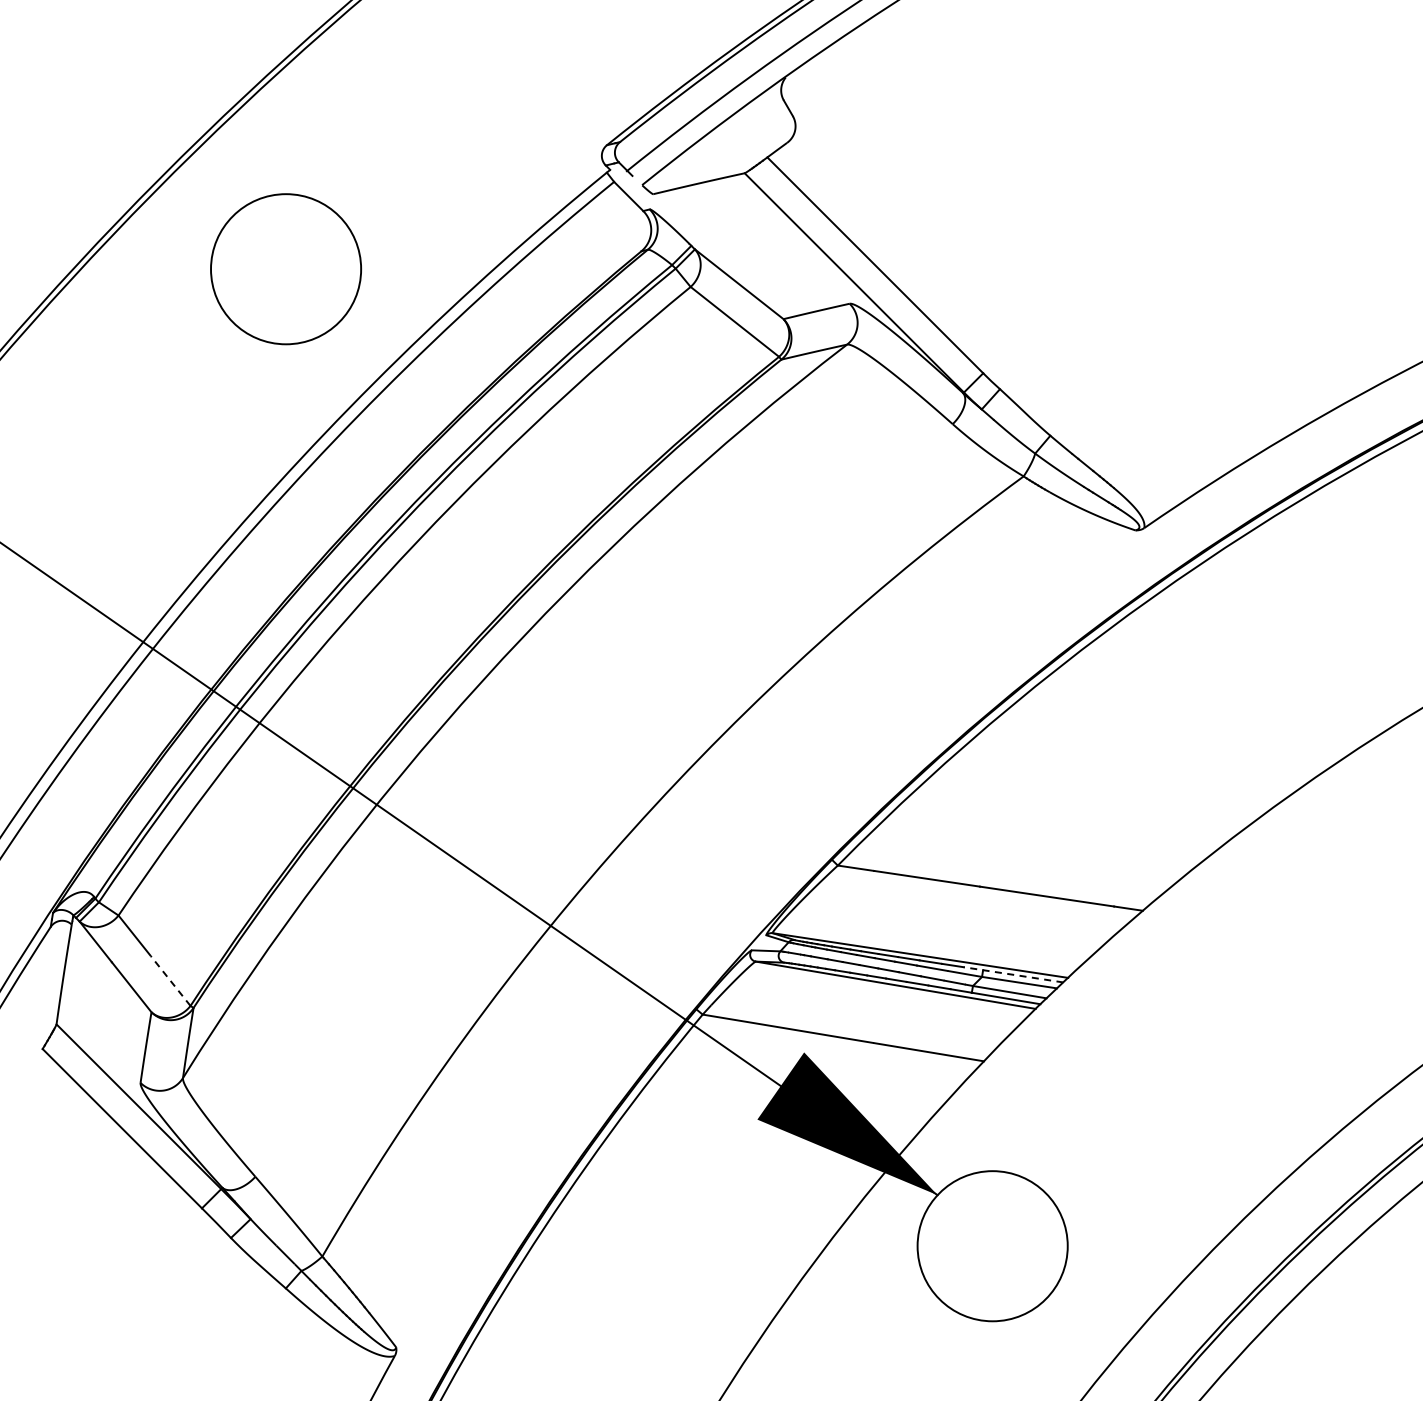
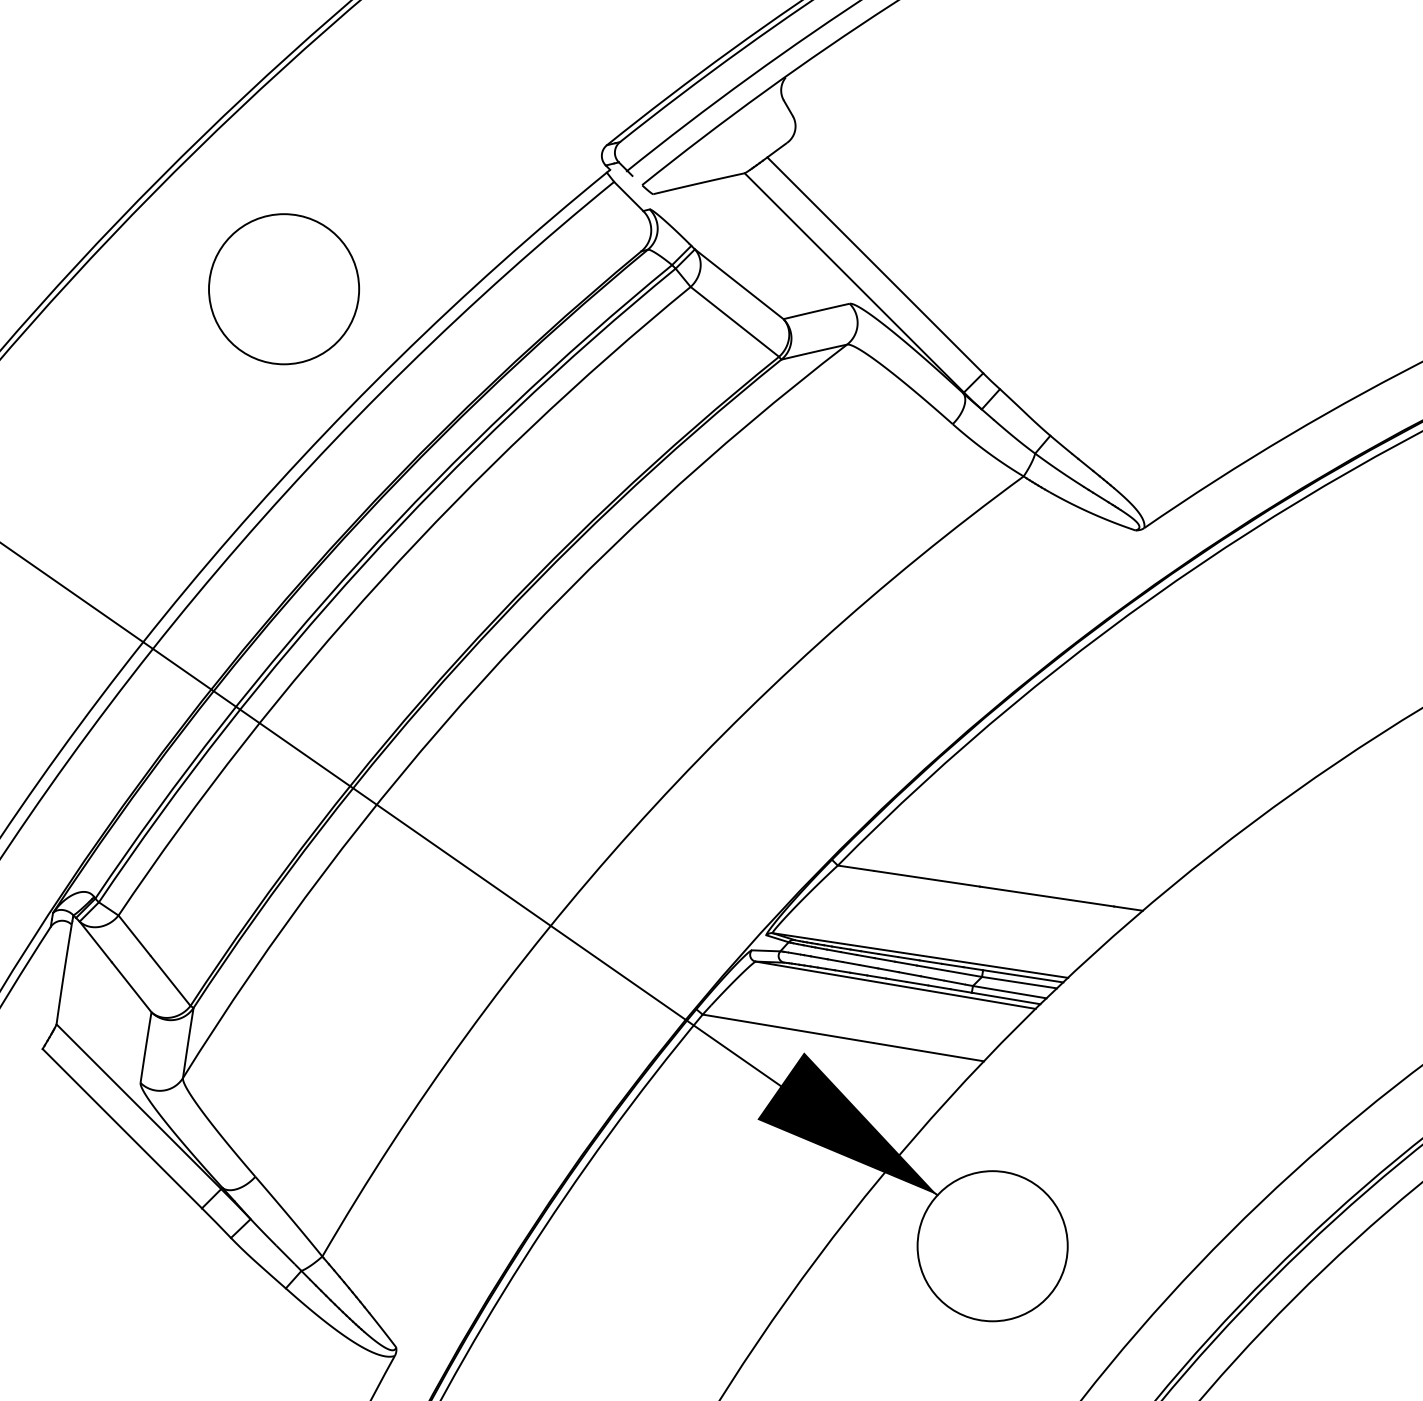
circle at (285, 269) position: (285, 269) -> (283, 289)
line at (1013, 974): dashed -> solid
line at (170, 981): dashed -> solid
